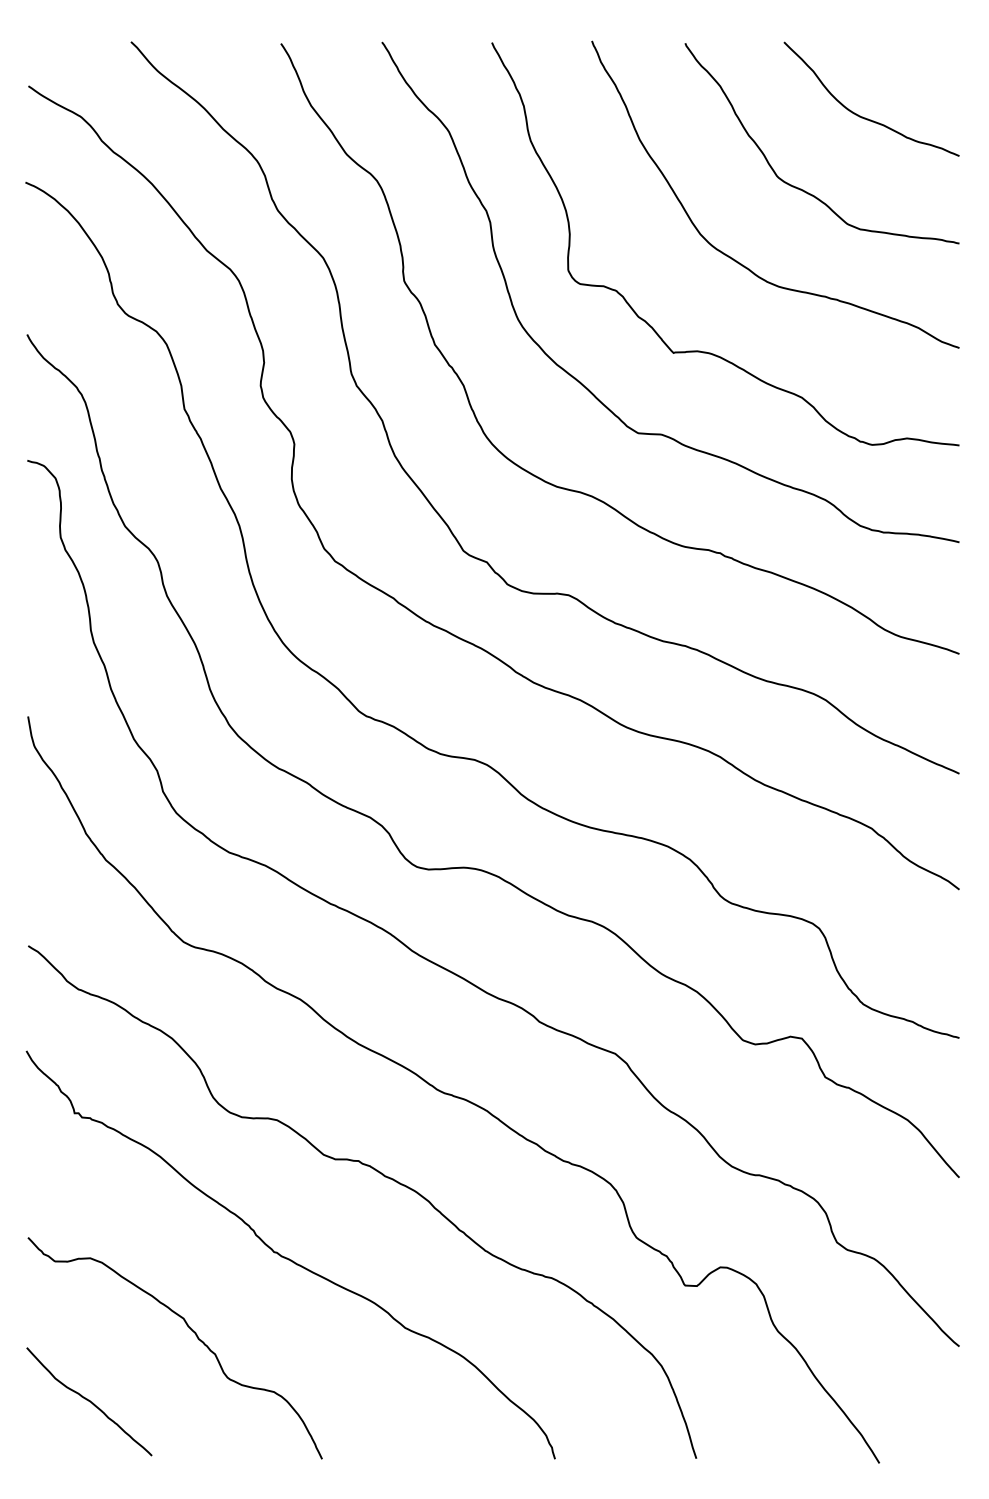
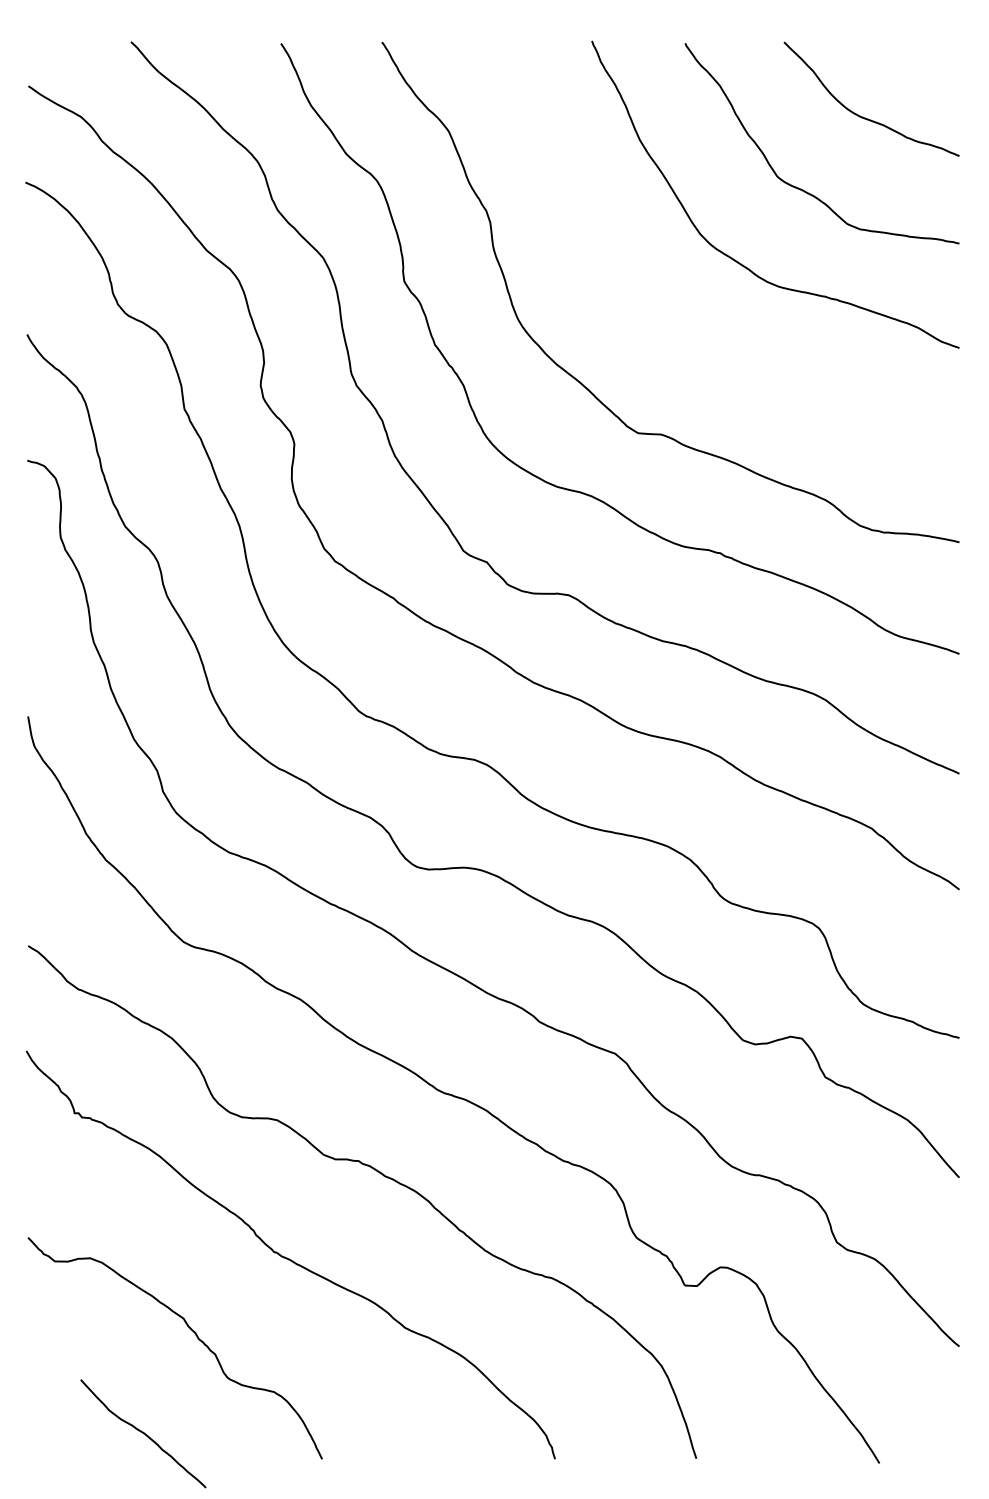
curve at (706, 351): present -> none
curve at (89, 1401) position: (89, 1401) -> (143, 1433)
